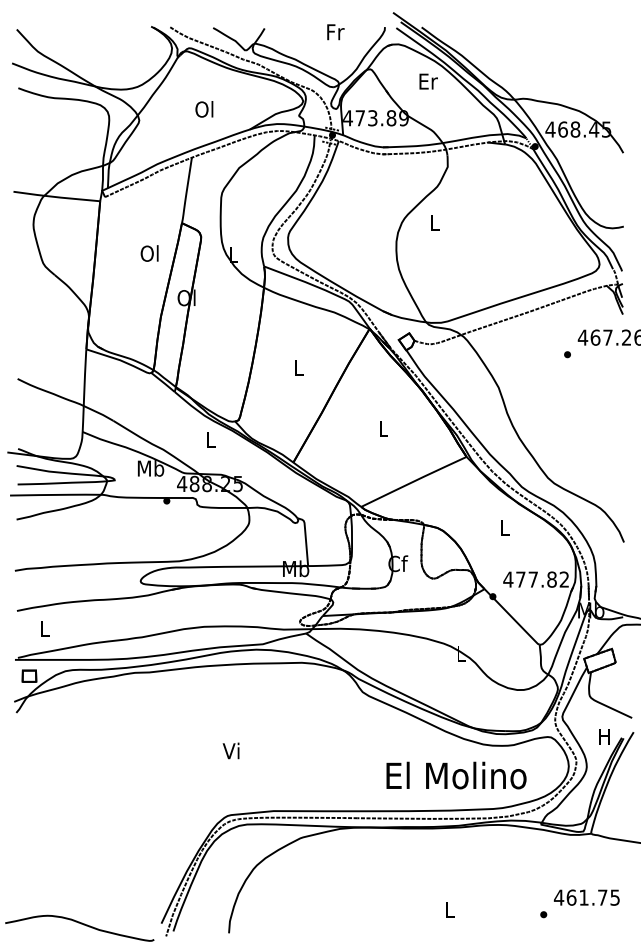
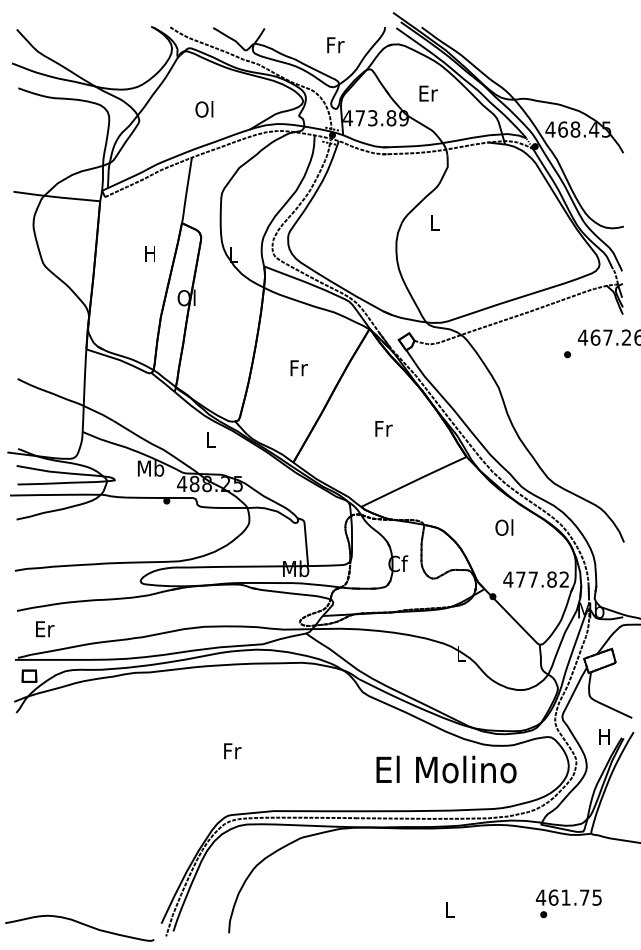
text at (335, 32) position: (335, 32) -> (335, 45)
text at (428, 81) position: (428, 81) -> (428, 93)
text at (149, 253): Ol -> H
text at (298, 368): L -> Fr
text at (383, 428): L -> Fr
text at (504, 527): L -> Ol
text at (45, 629): L -> Er
text at (231, 750): Vi -> Fr
text at (456, 775) position: (456, 775) -> (446, 769)
text at (586, 897) position: (586, 897) -> (568, 897)
